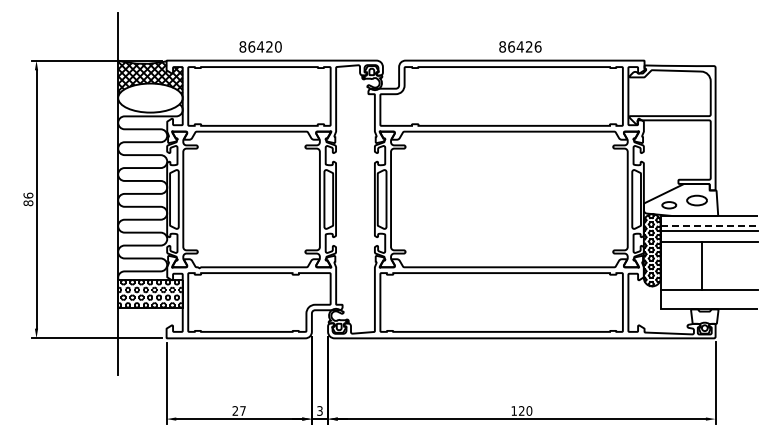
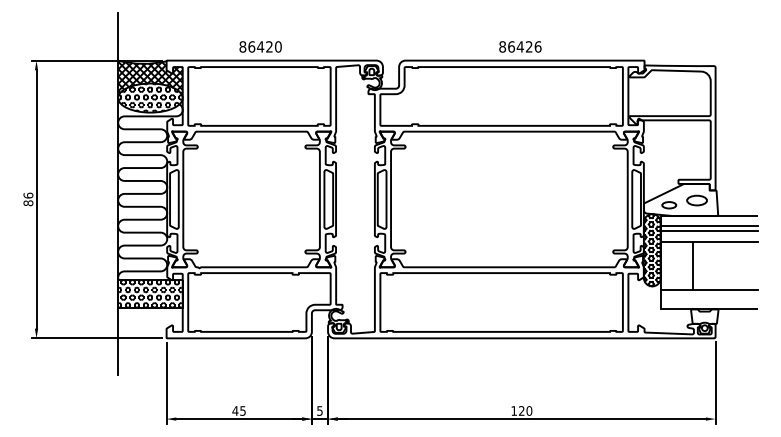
hatch at (150, 97): none -> present
line at (709, 226): dashed -> solid
line at (701, 265) position: (701, 265) -> (692, 265)
text at (238, 410): 27 -> 45
text at (319, 410): 3 -> 5
